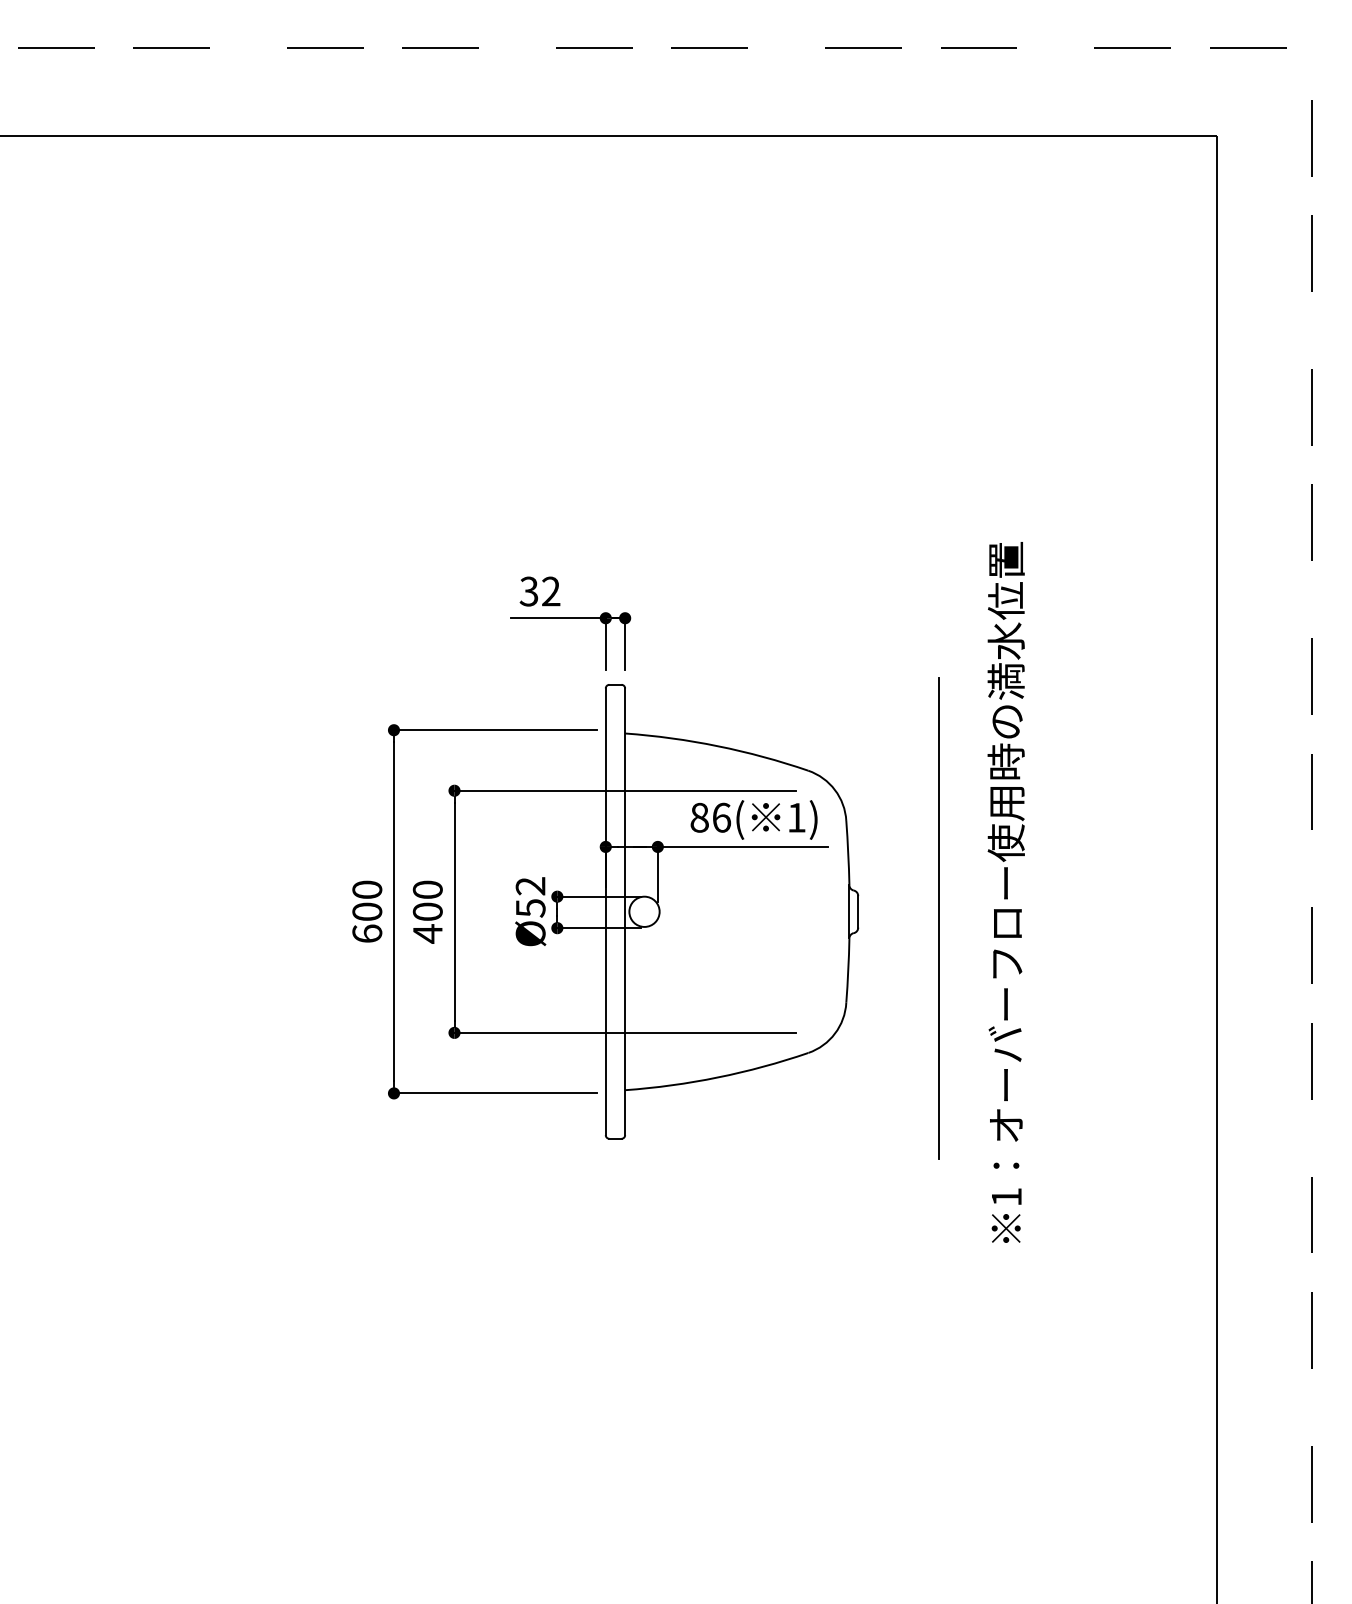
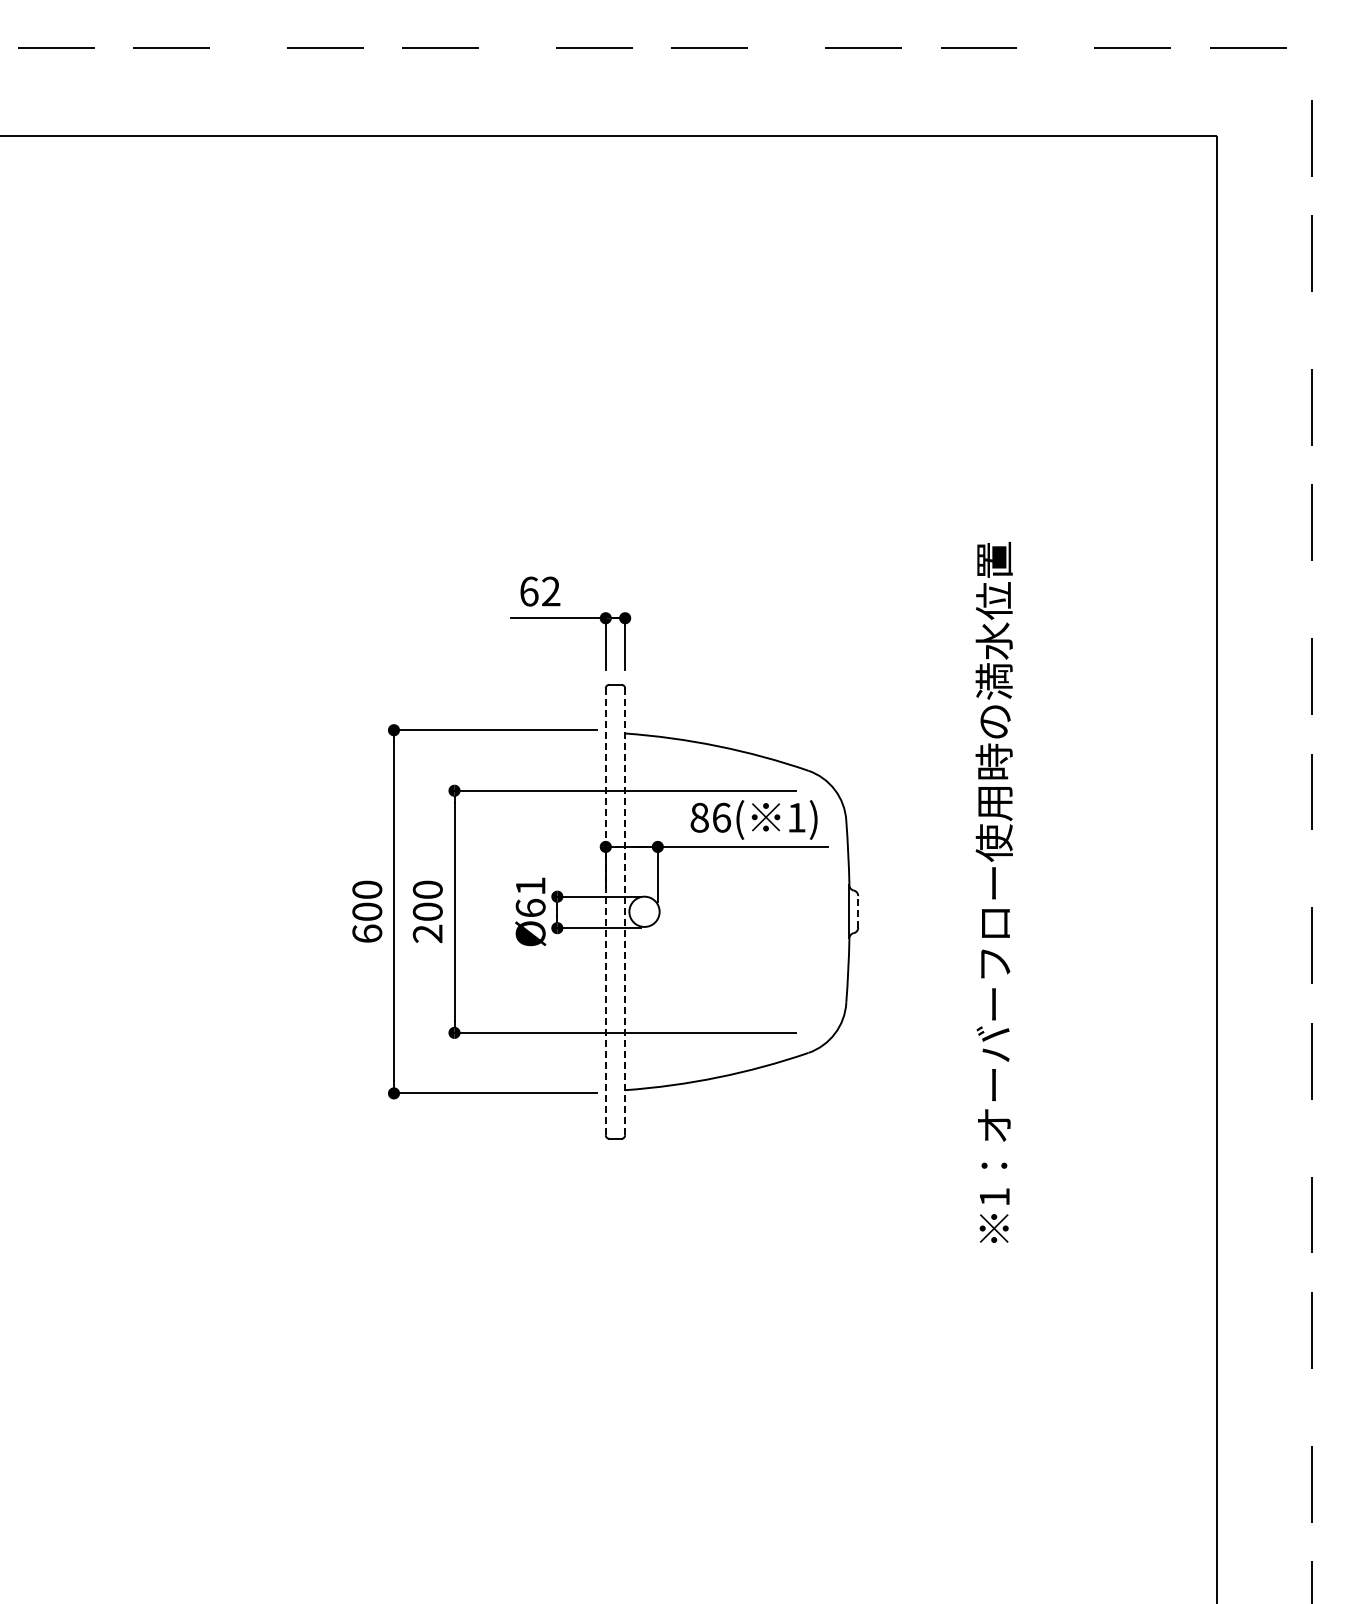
text at (528, 591): 32 -> 62
text at (1005, 892) position: (1005, 892) -> (993, 892)
text at (530, 897): Ø52 -> Ø61
line at (625, 911): solid -> dashed
line at (858, 911): solid -> dashed
line at (605, 912): solid -> dashed
line at (938, 918): present -> none
text at (427, 933): 400 -> 200
